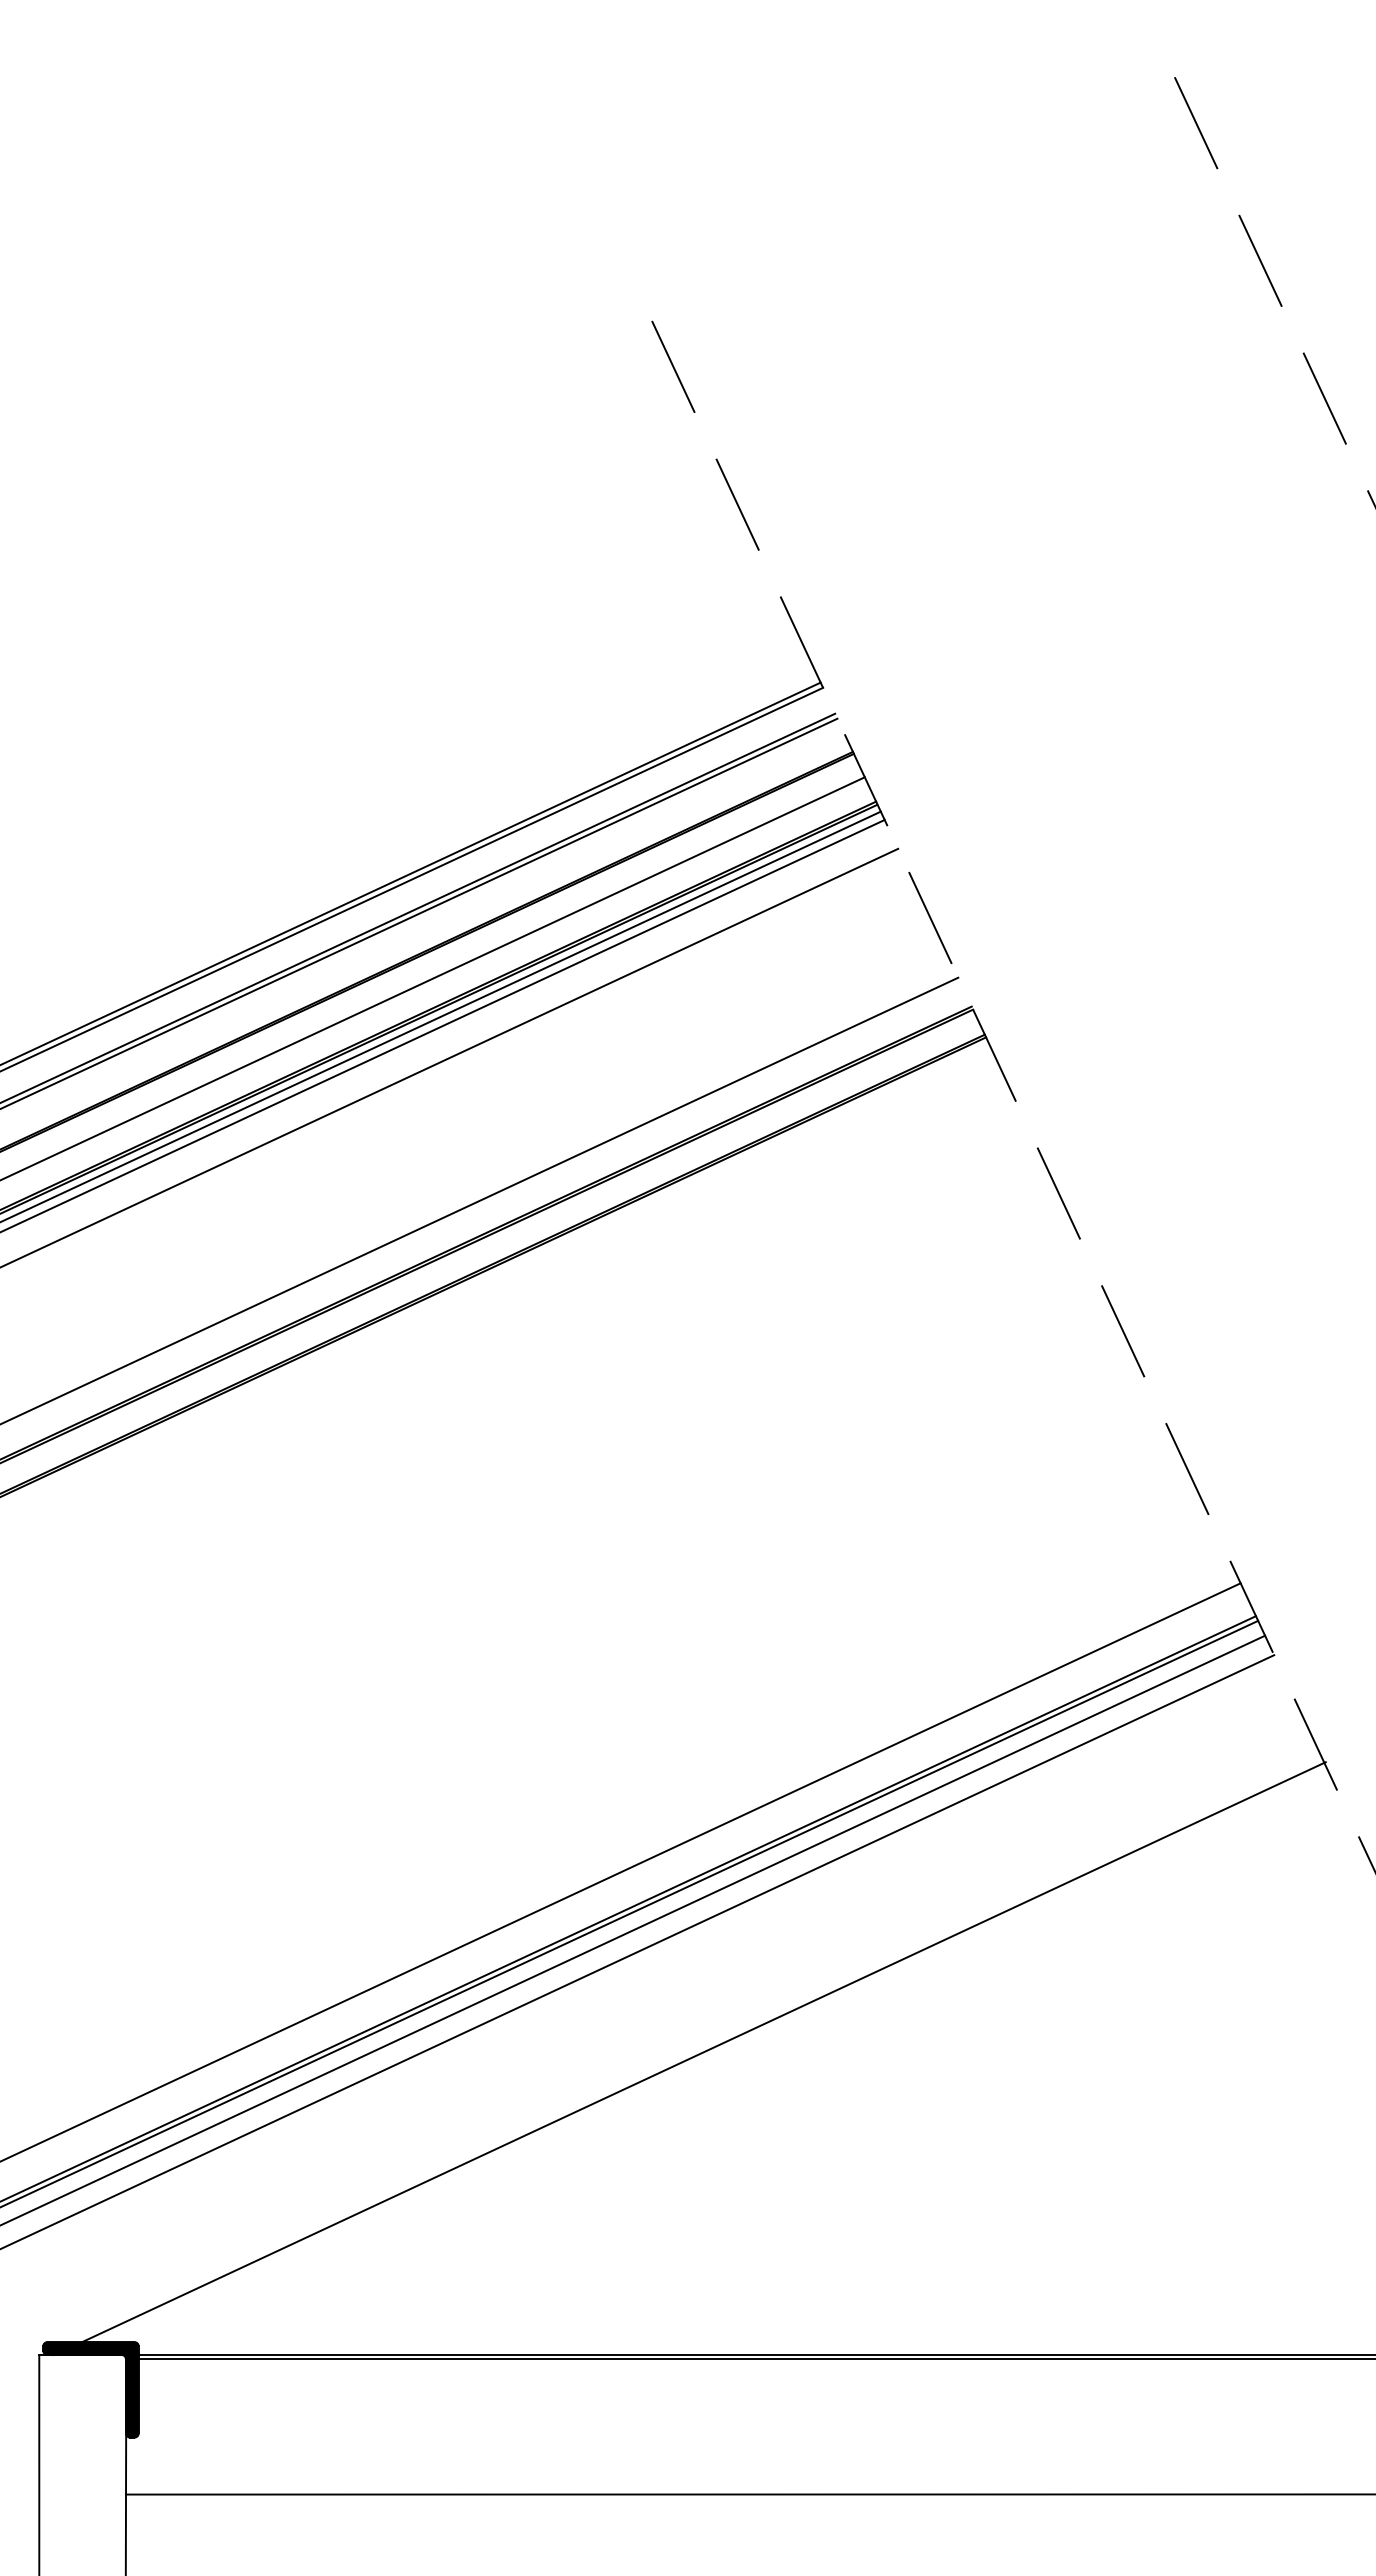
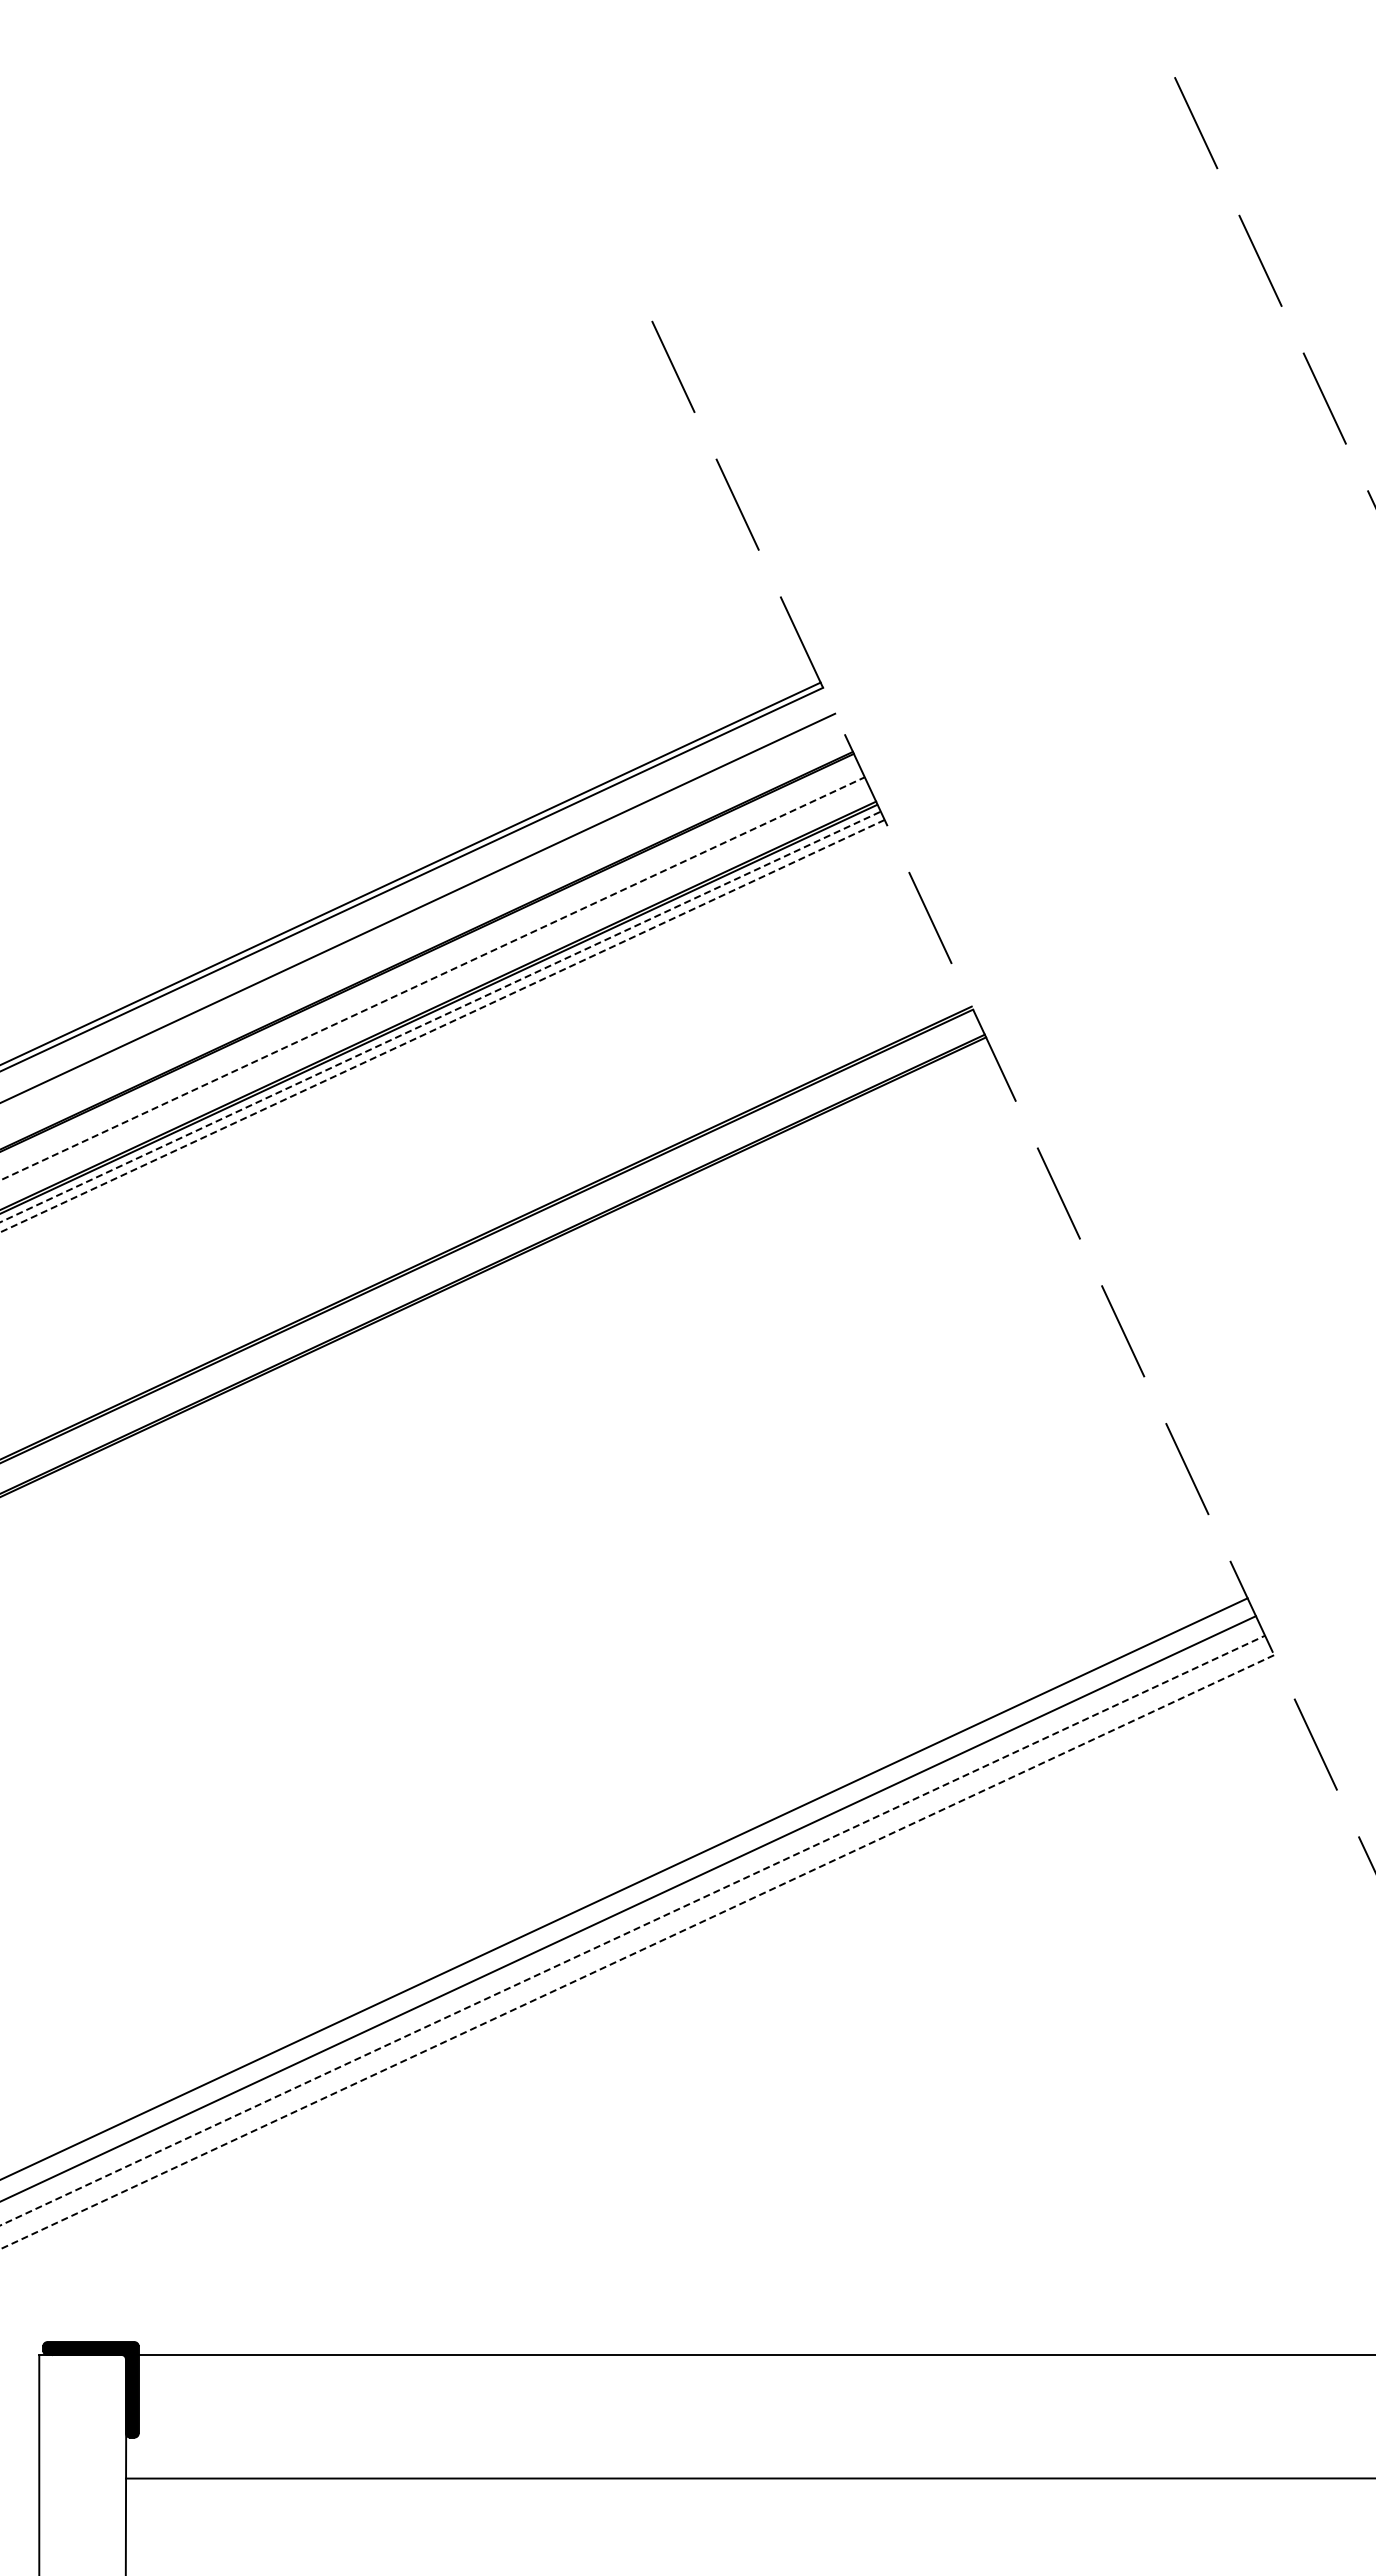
line at (419, 912): present -> none
line at (432, 978): solid -> dashed
line at (441, 1016): solid -> dashed
line at (442, 1026): solid -> dashed
line at (450, 1057): present -> none
line at (480, 1200): present -> none
line at (621, 1871) position: (621, 1871) -> (624, 1888)
line at (630, 1913): present -> none
line at (632, 1930): solid -> dashed
line at (637, 1952): solid -> dashed
line at (689, 2058): present -> none
line at (755, 2359): present -> none
line at (748, 2494) position: (748, 2494) -> (748, 2478)
